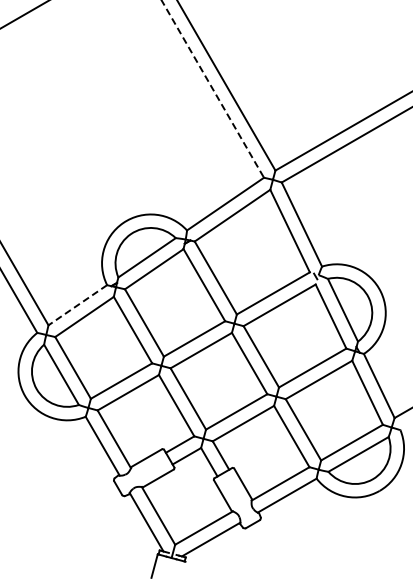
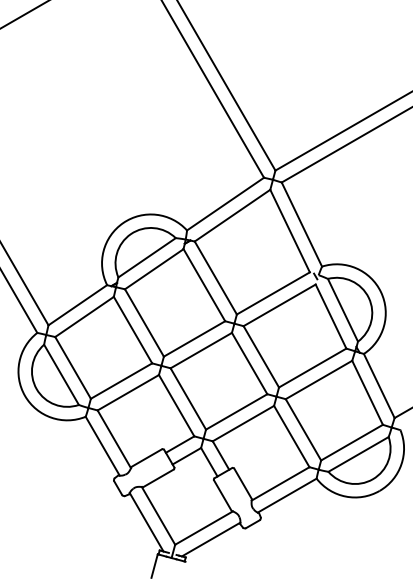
line at (213, 89): dashed -> solid
line at (77, 305): dashed -> solid
